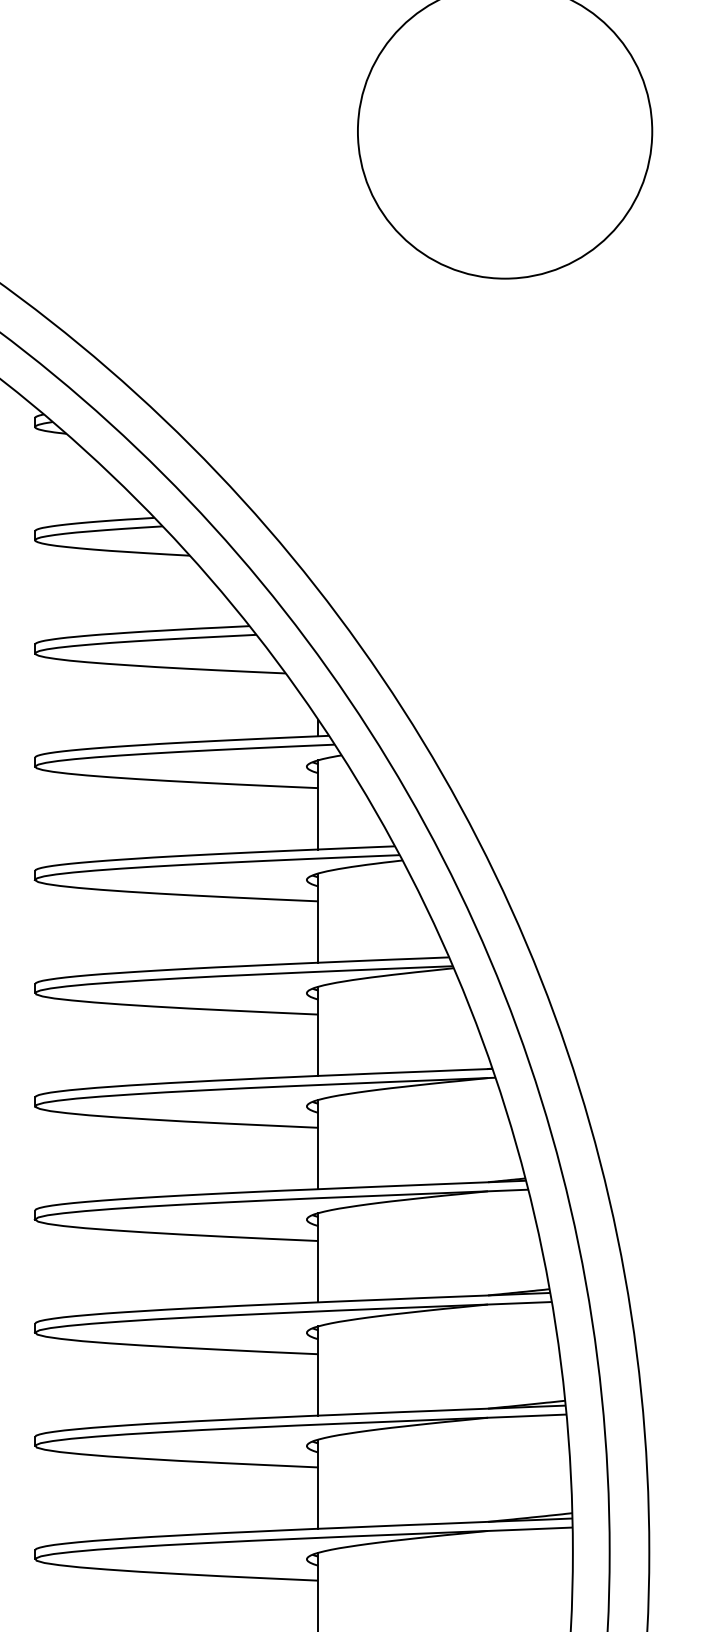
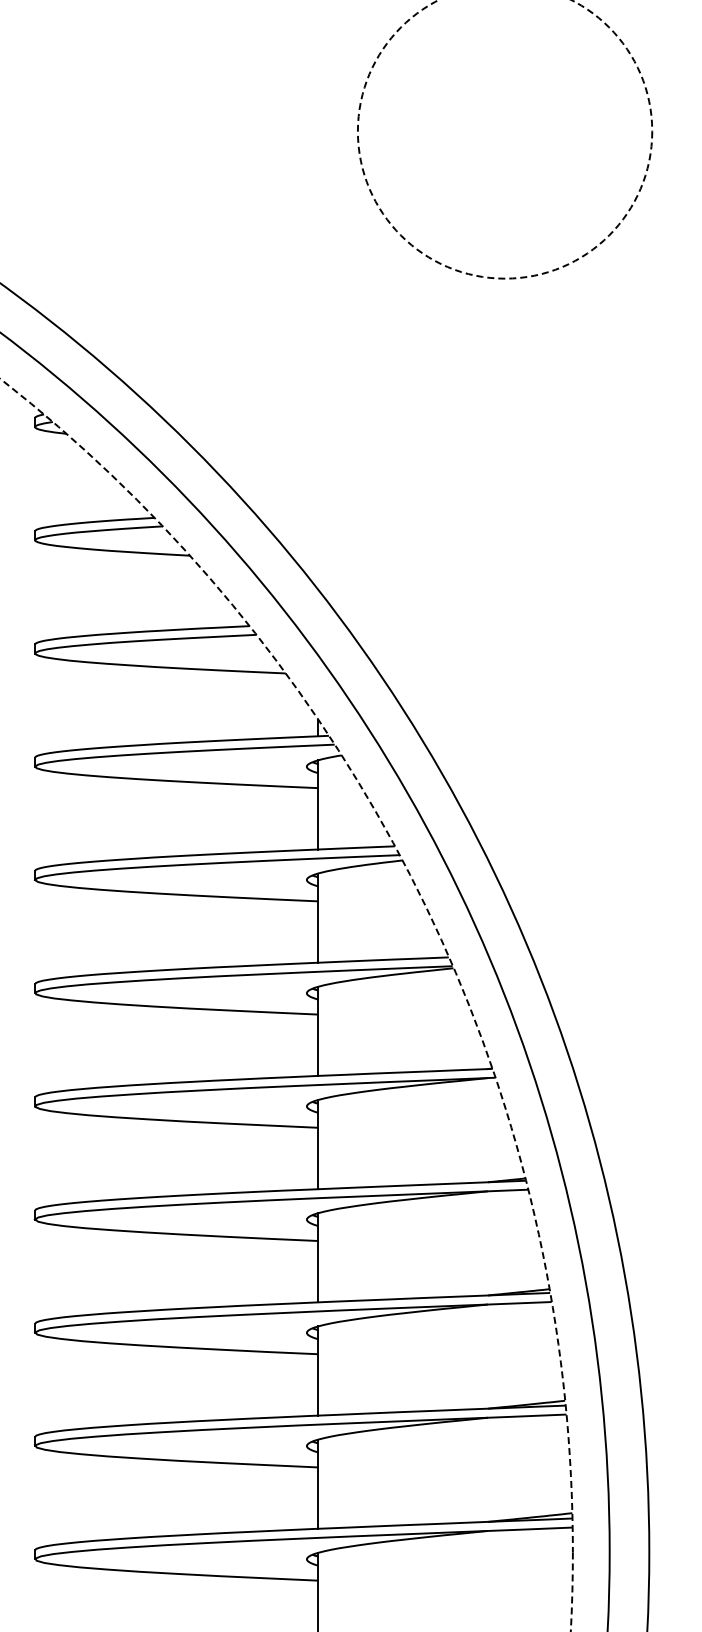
circle at (504, 139): solid -> dashed
circle at (286, 1004): solid -> dashed
